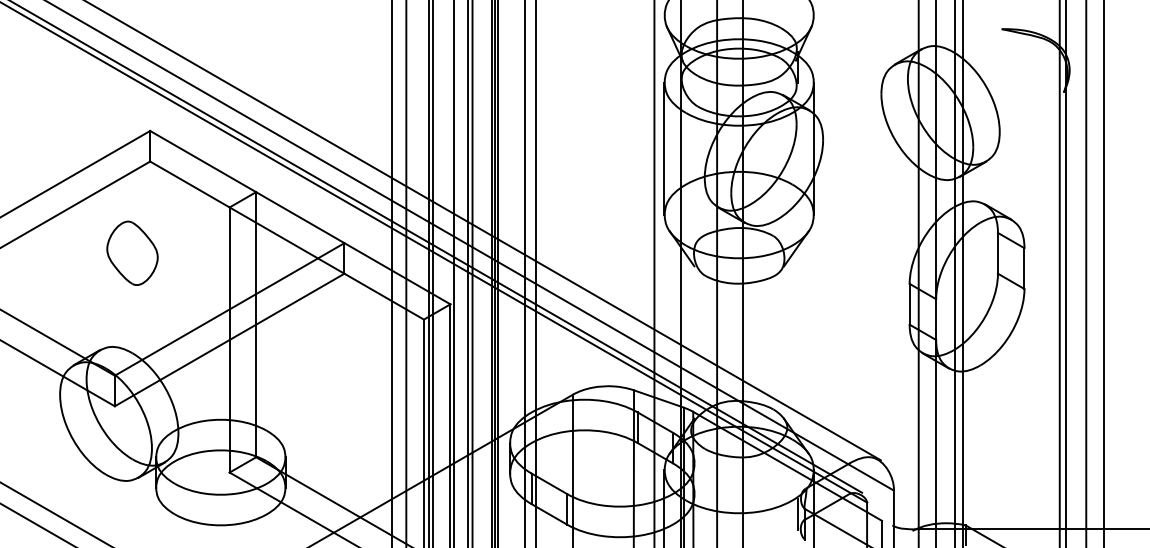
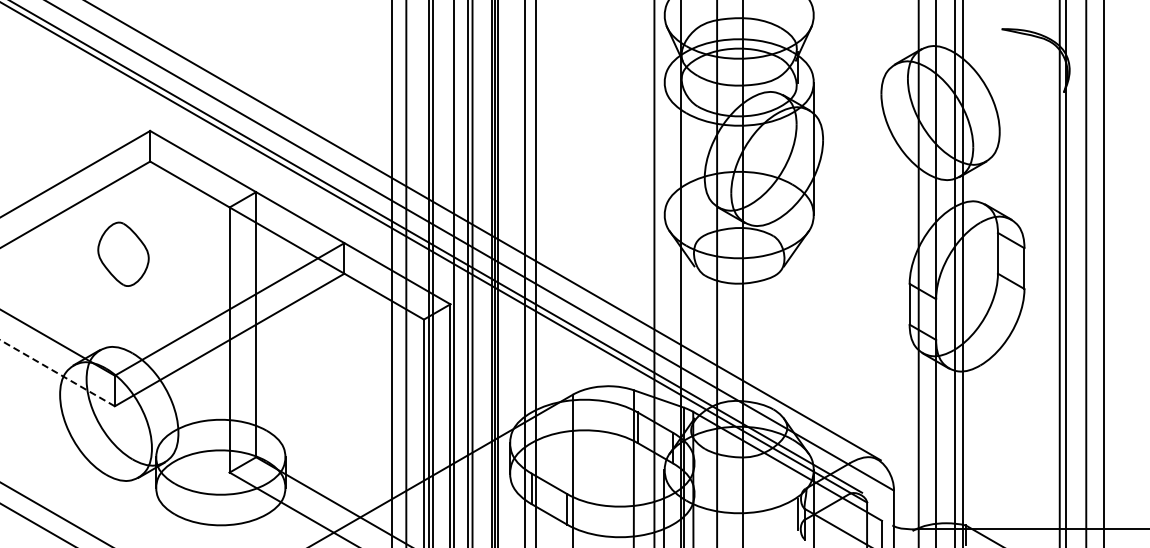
line at (664, 148): present -> none
part at (132, 252) position: (132, 252) -> (123, 253)
line at (57, 373): solid -> dashed
